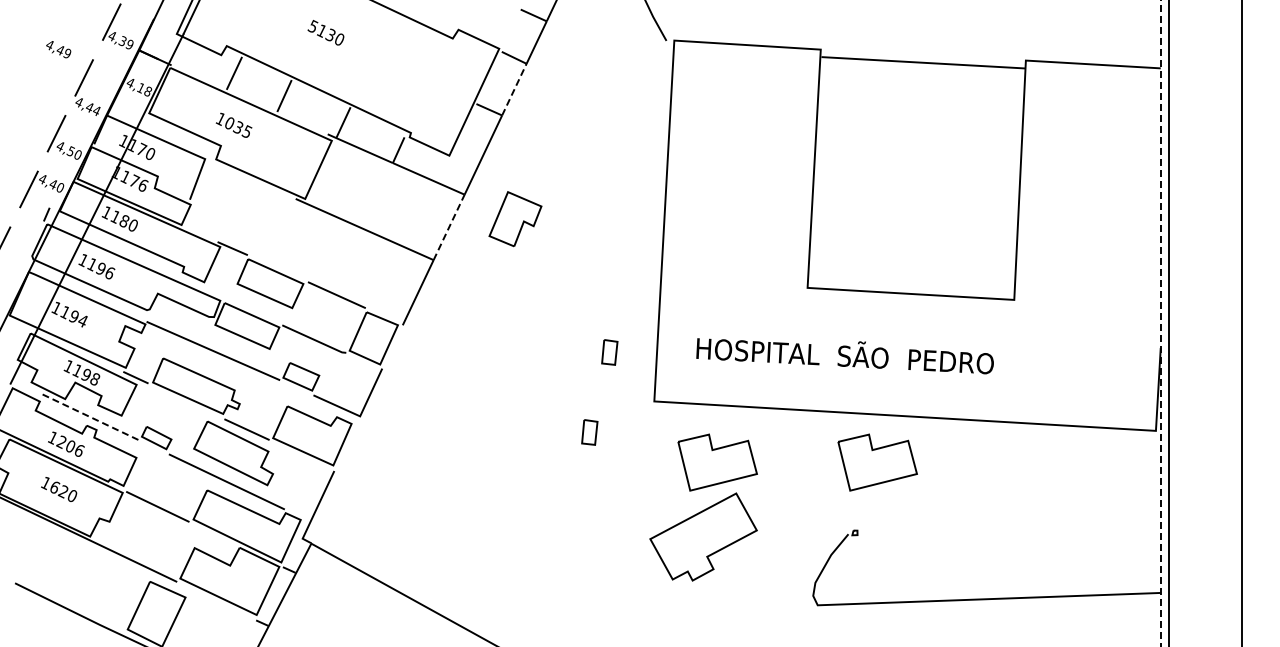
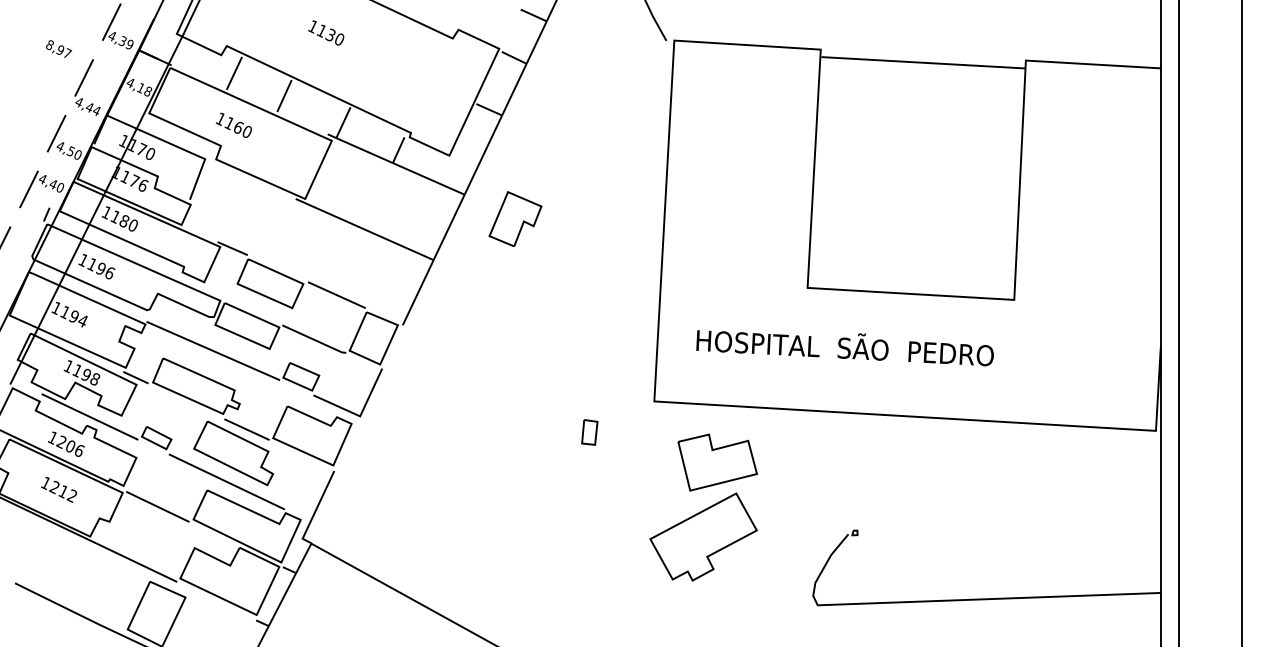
text at (312, 26): 5130 -> 1130
text at (59, 49): 4,49 -> 8,97
line at (514, 89): dashed -> solid
text at (238, 127): 1035 -> 1160
line at (449, 226): dashed -> solid
line at (1169, 322) position: (1169, 322) -> (1179, 322)
line at (1160, 323): dashed -> solid
part at (609, 352): present -> none
text at (844, 356) position: (844, 356) -> (844, 348)
line at (89, 416): dashed -> solid
part at (877, 462): present -> none
text at (63, 491): 1620 -> 1212
